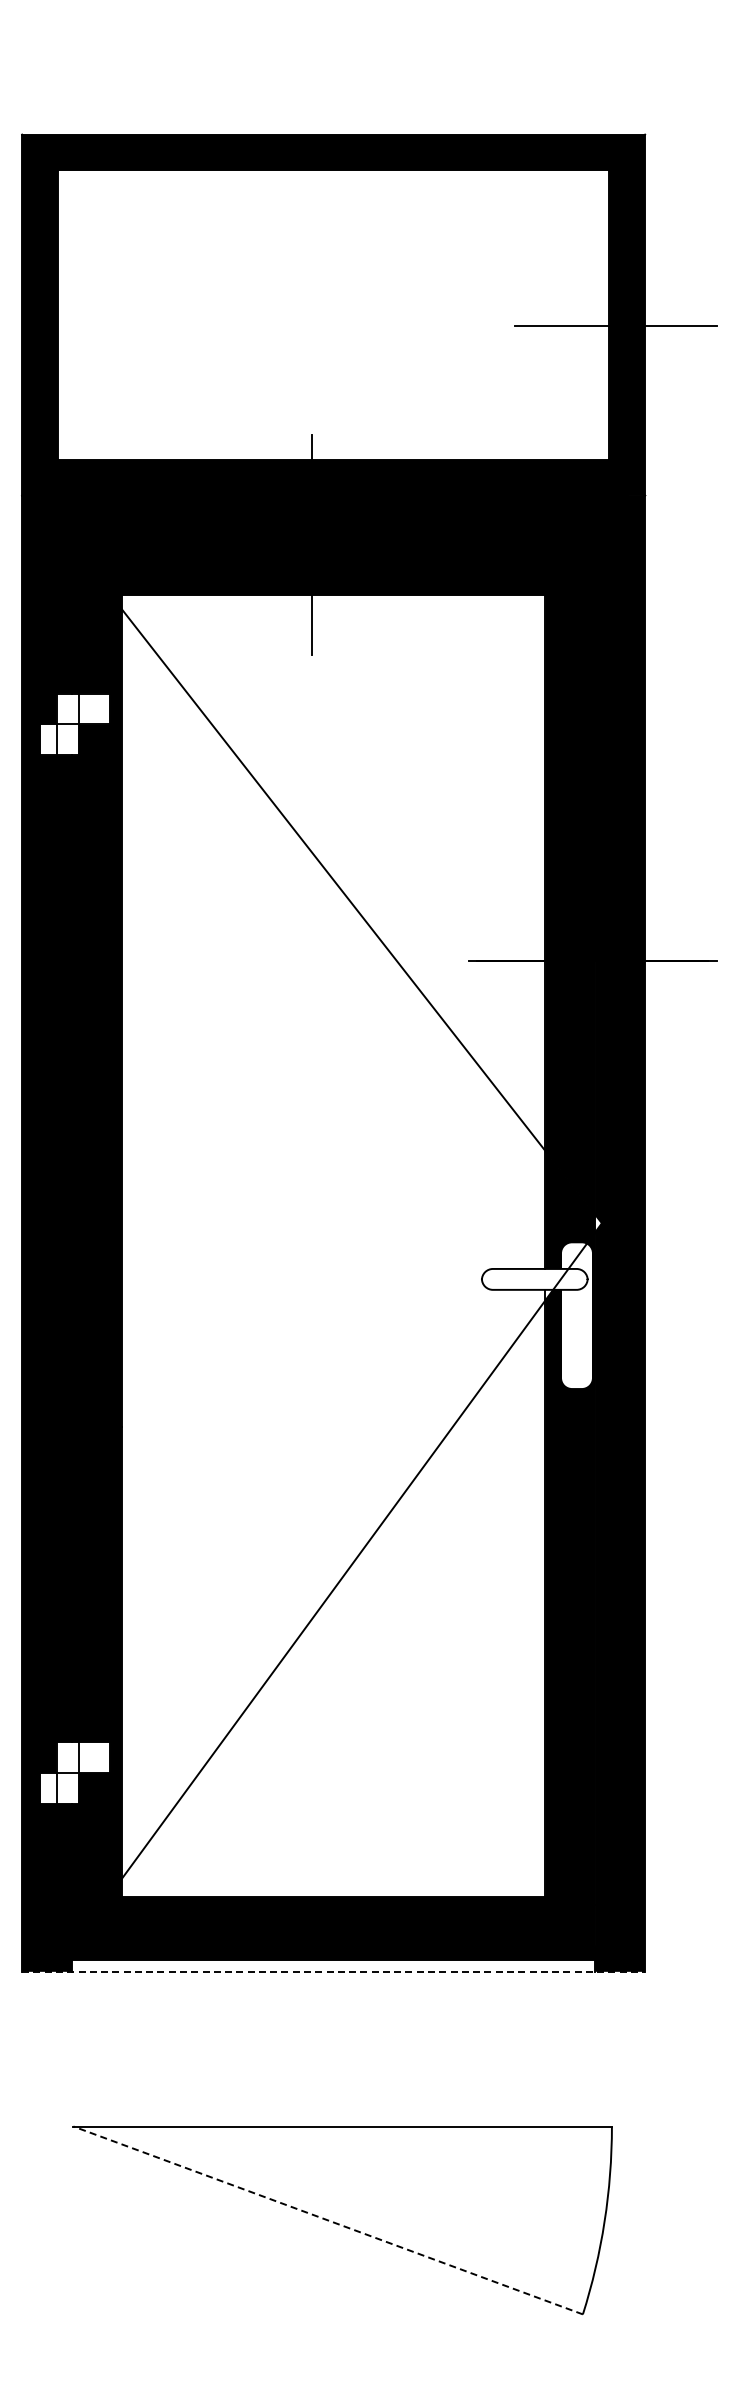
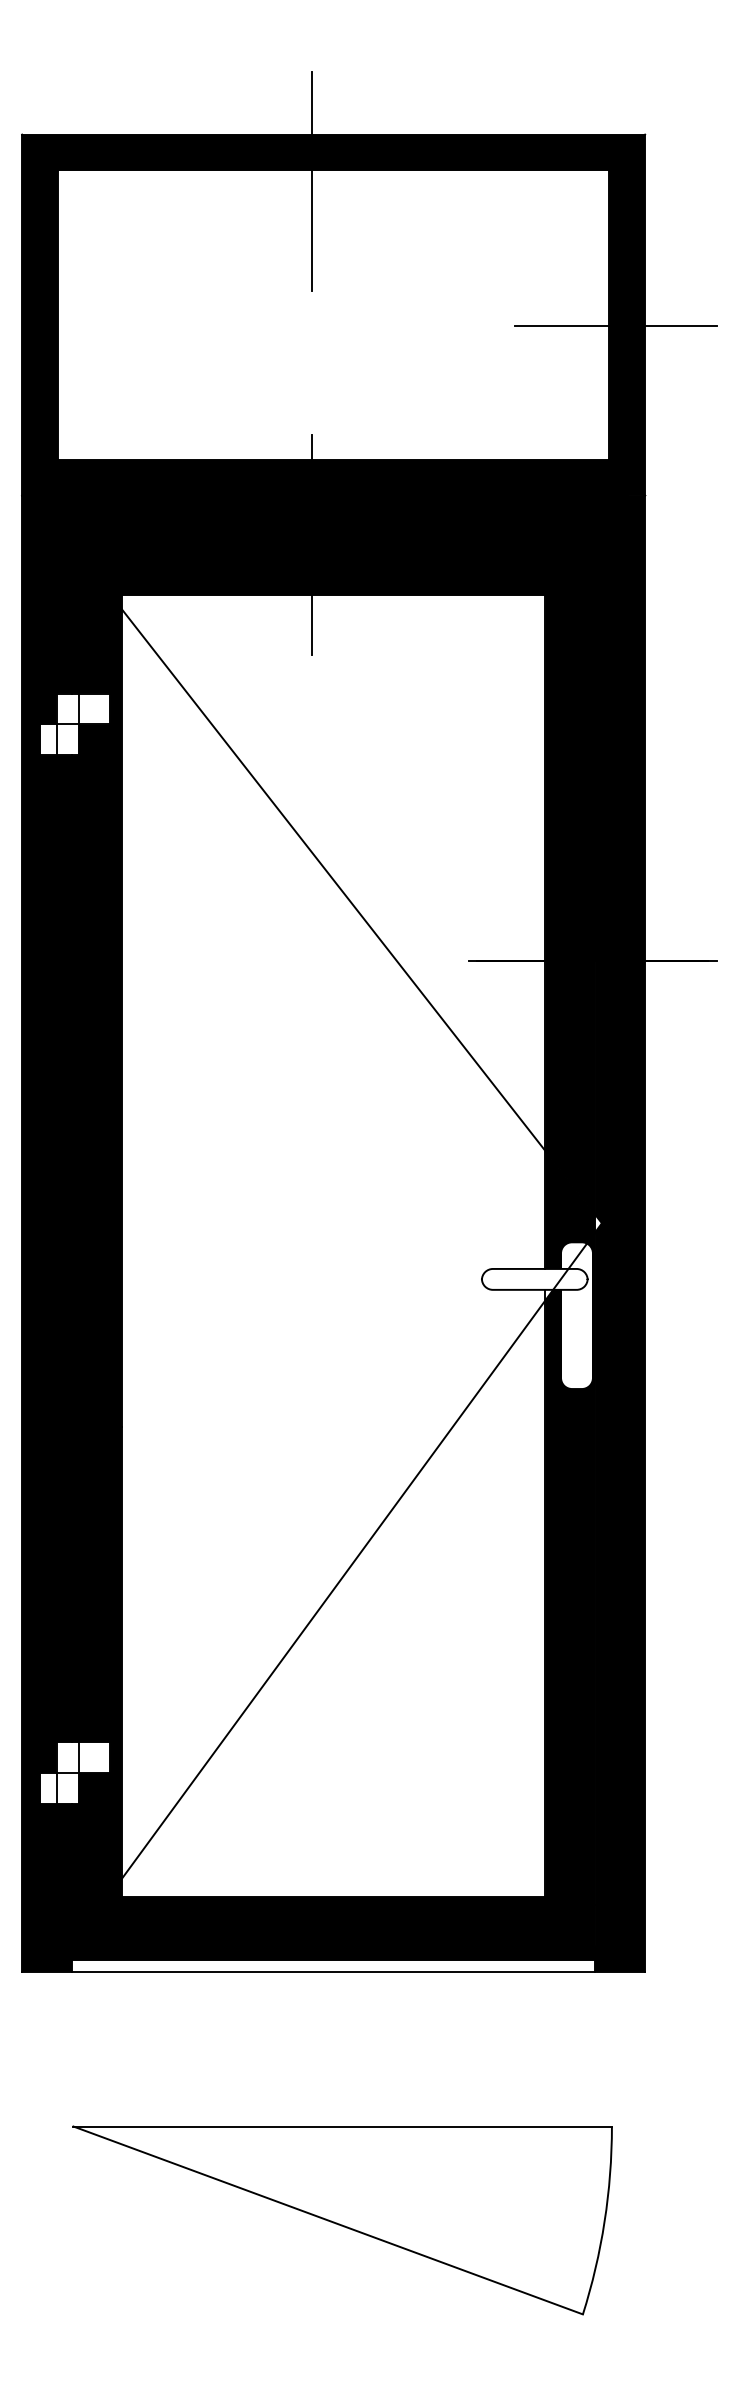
line at (311, 181): none -> present
line at (334, 1971): dashed -> solid
line at (327, 2220): dashed -> solid
